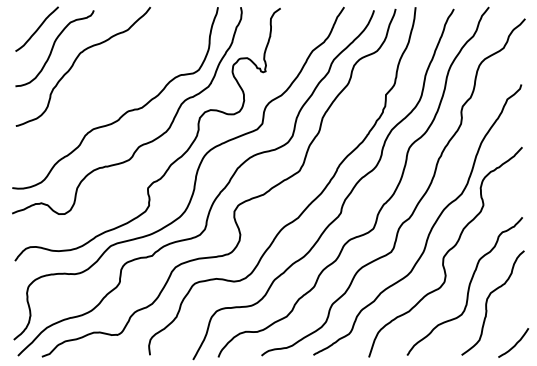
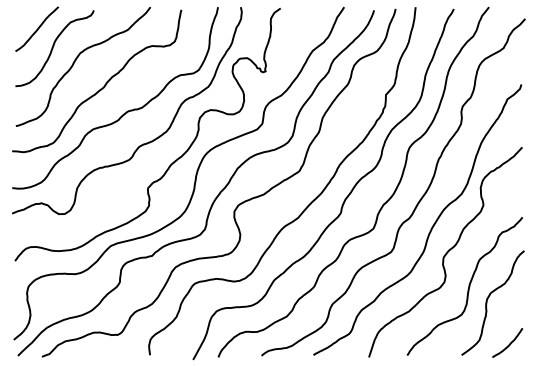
curve at (104, 84): none -> present
curve at (515, 343) position: (515, 343) -> (509, 343)
